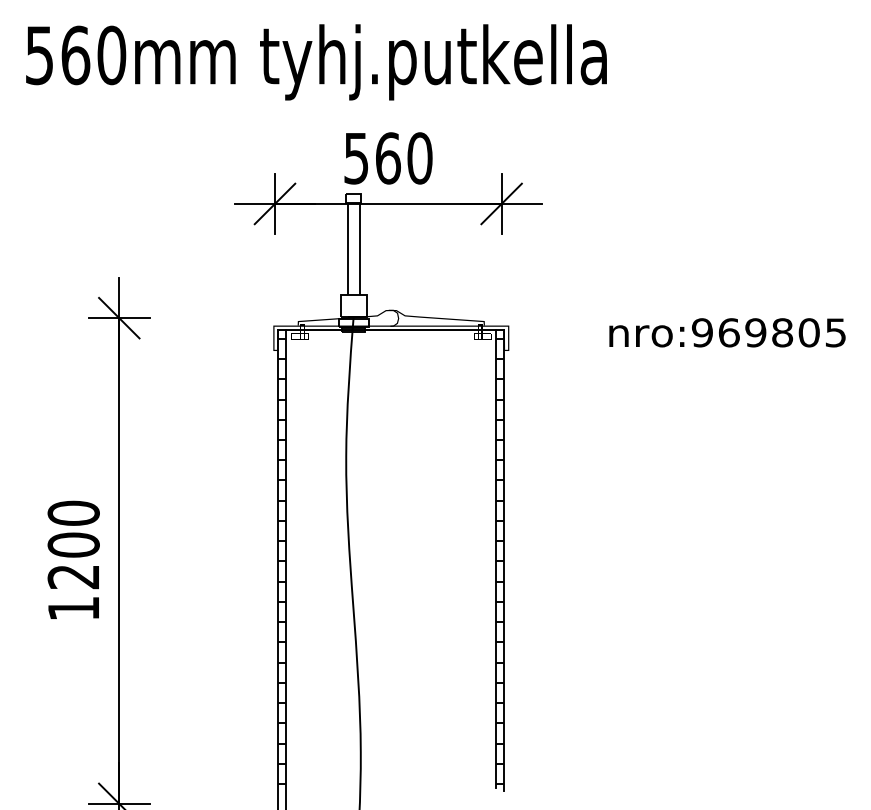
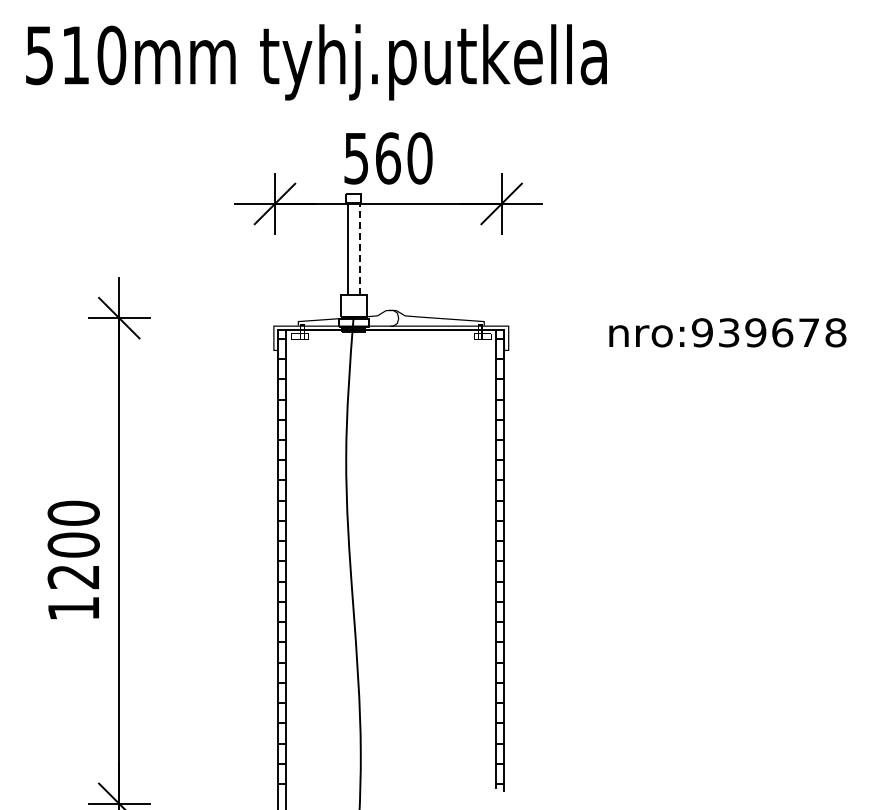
text at (75, 55): 560mm -> 510mm
line at (359, 248): solid -> dashed
text at (782, 332): nro:969805 -> nro:939678
